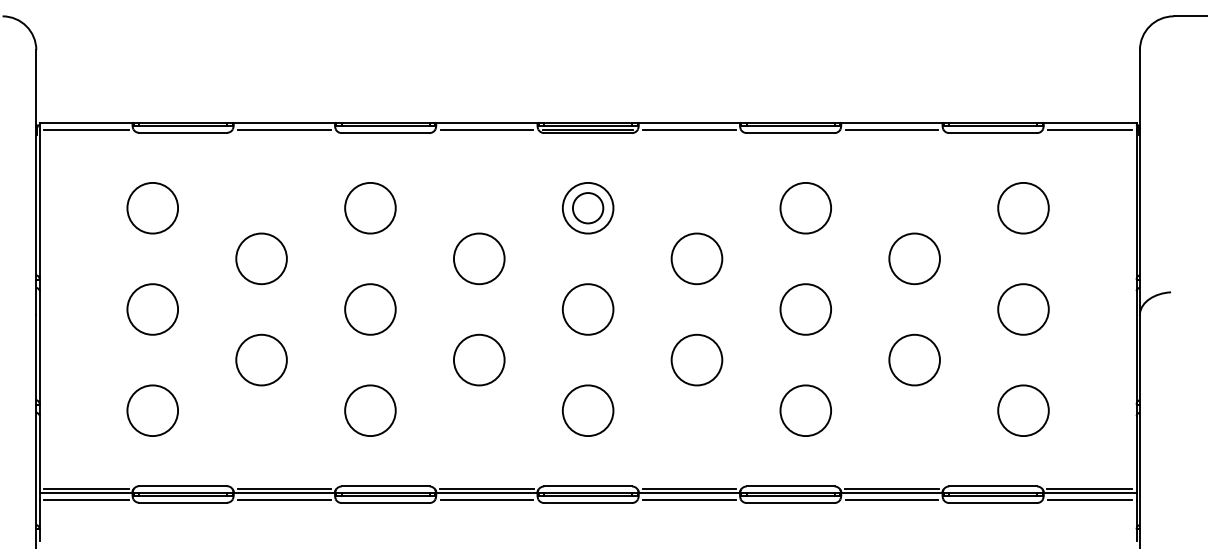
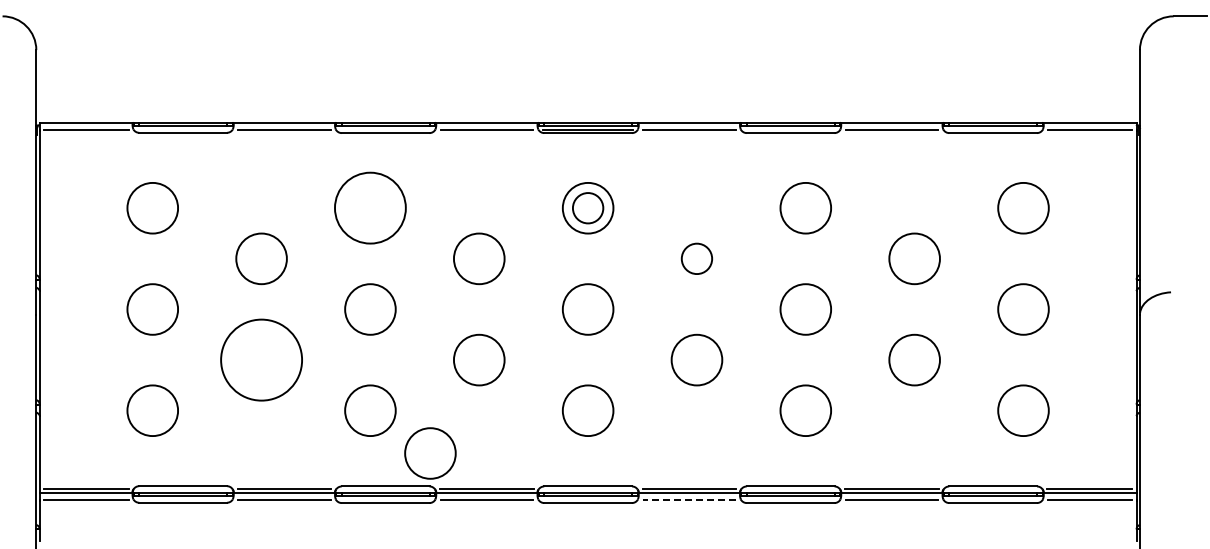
circle at (370, 208) size: 53x53 px -> 73x74 px
circle at (696, 258) diameter: 51 px -> 30 px
circle at (261, 359) diameter: 51 px -> 81 px
circle at (430, 453): none -> present
line at (688, 499): solid -> dashed
